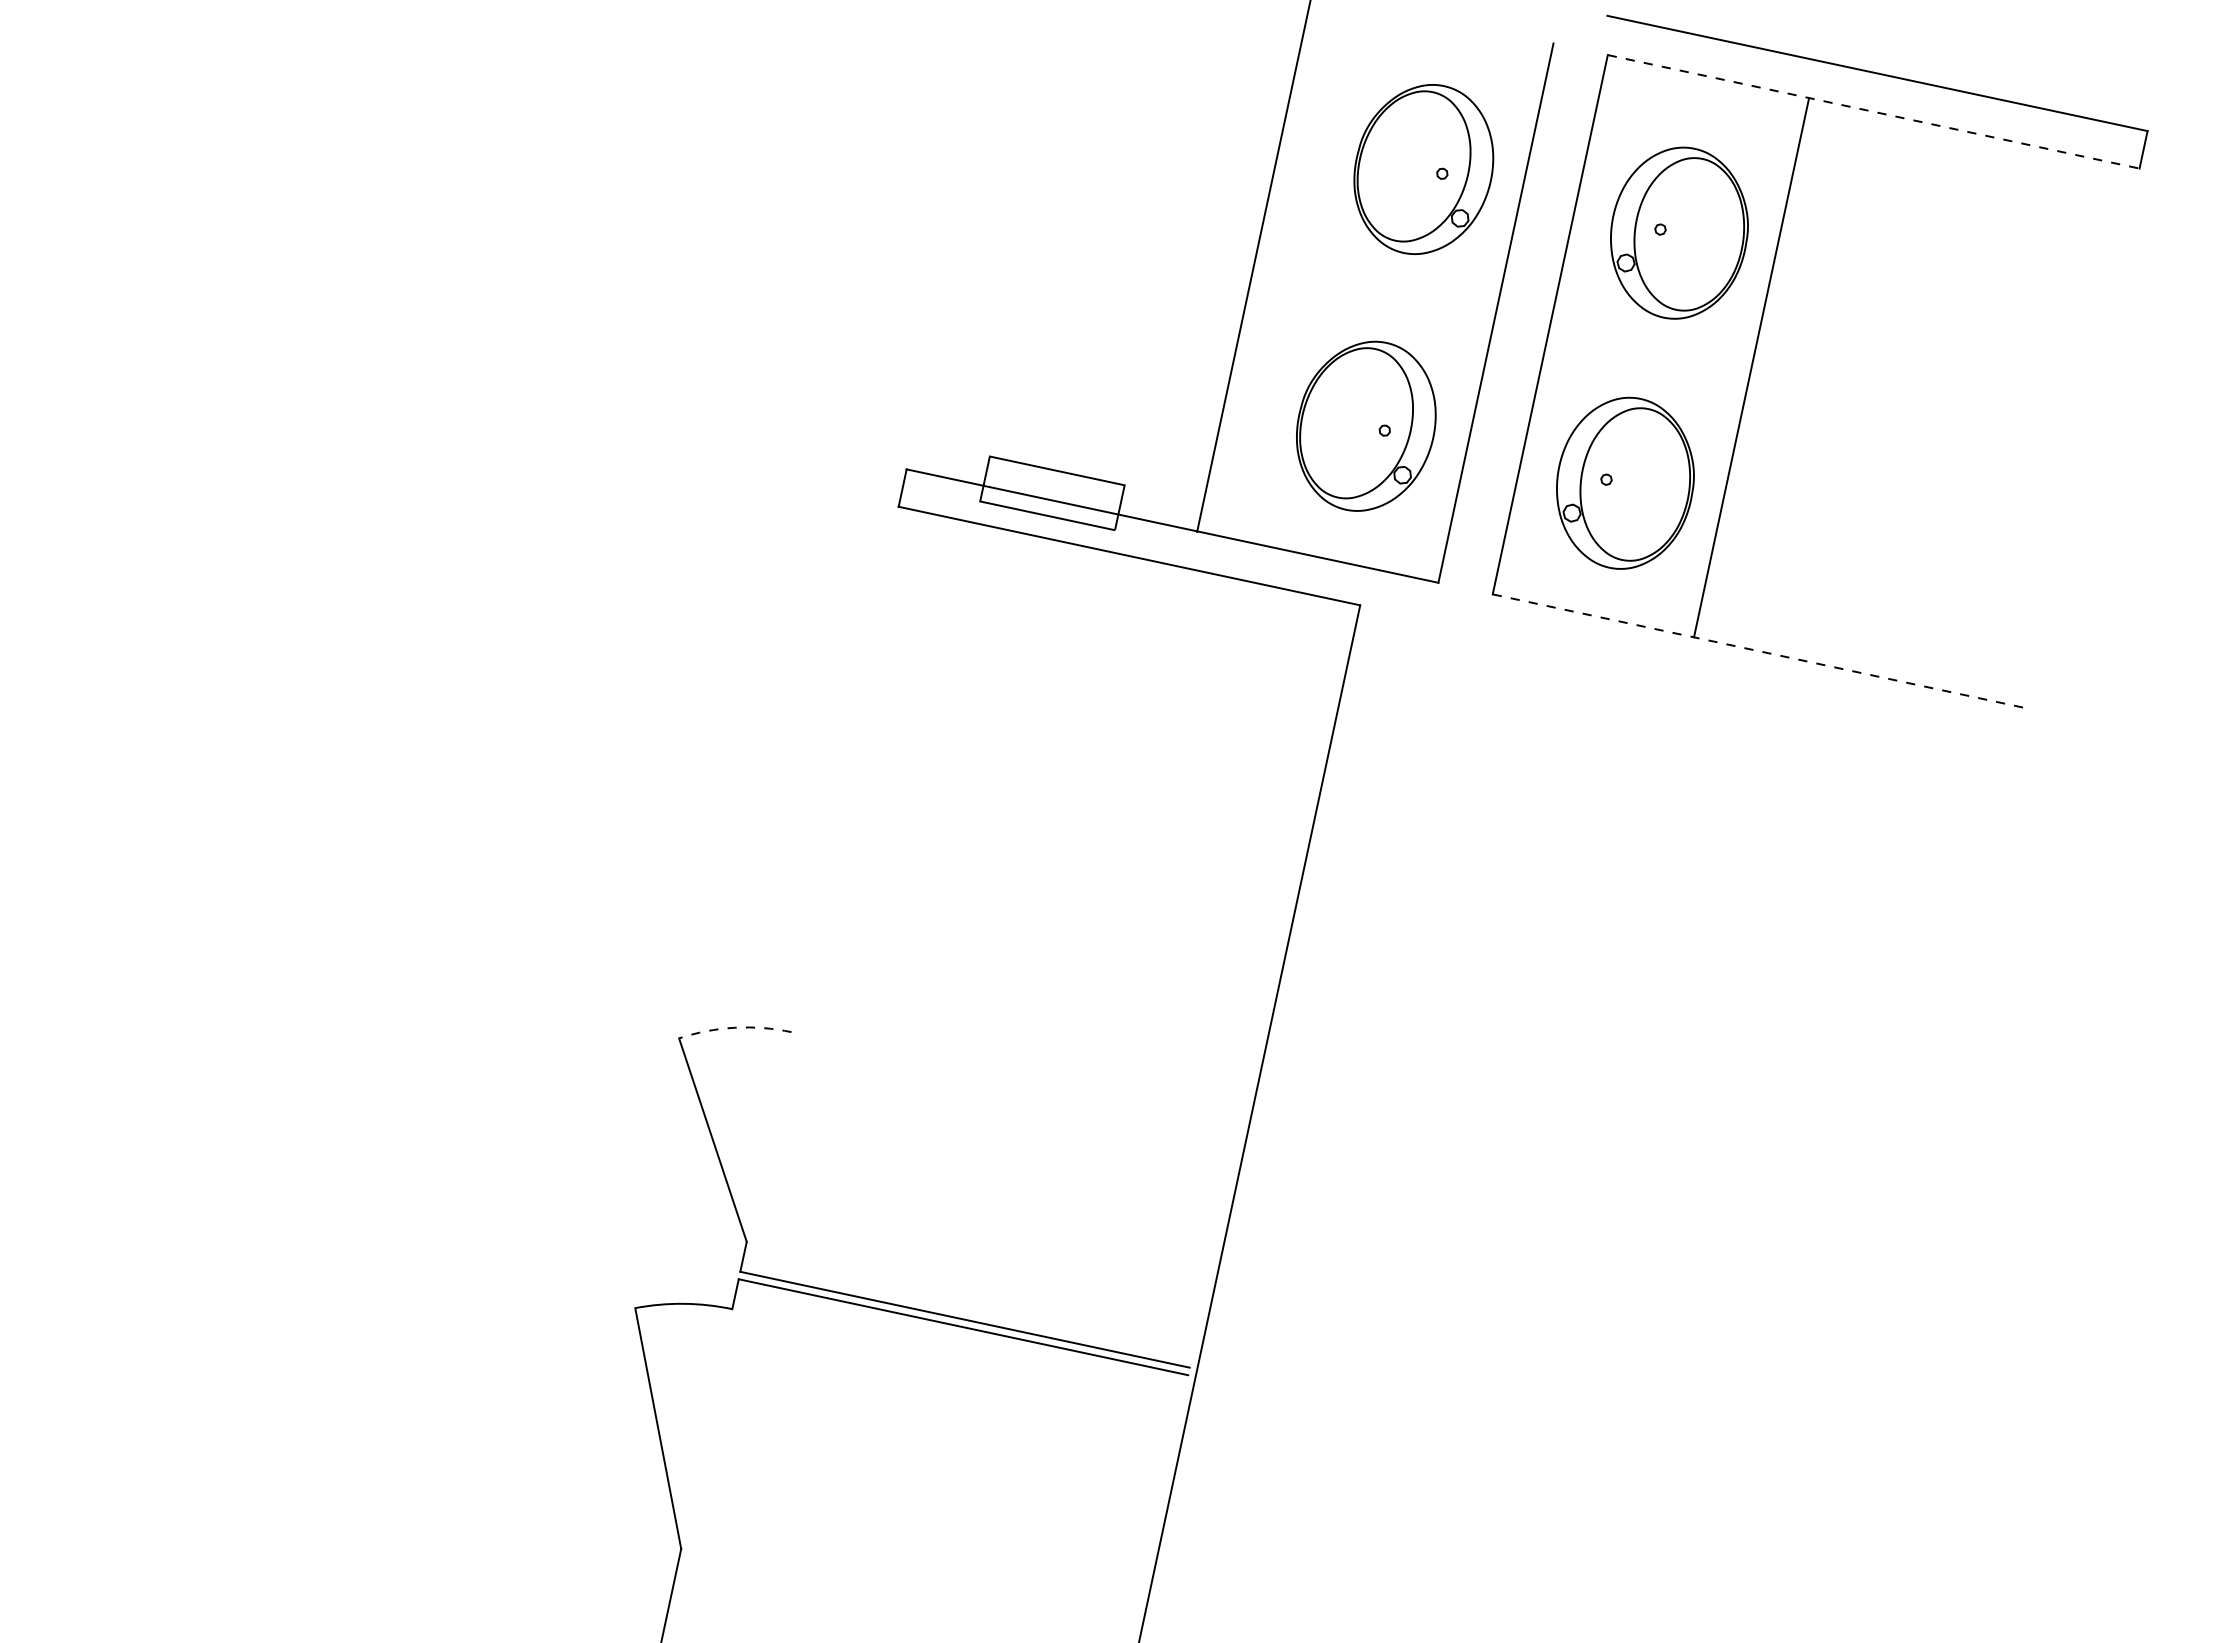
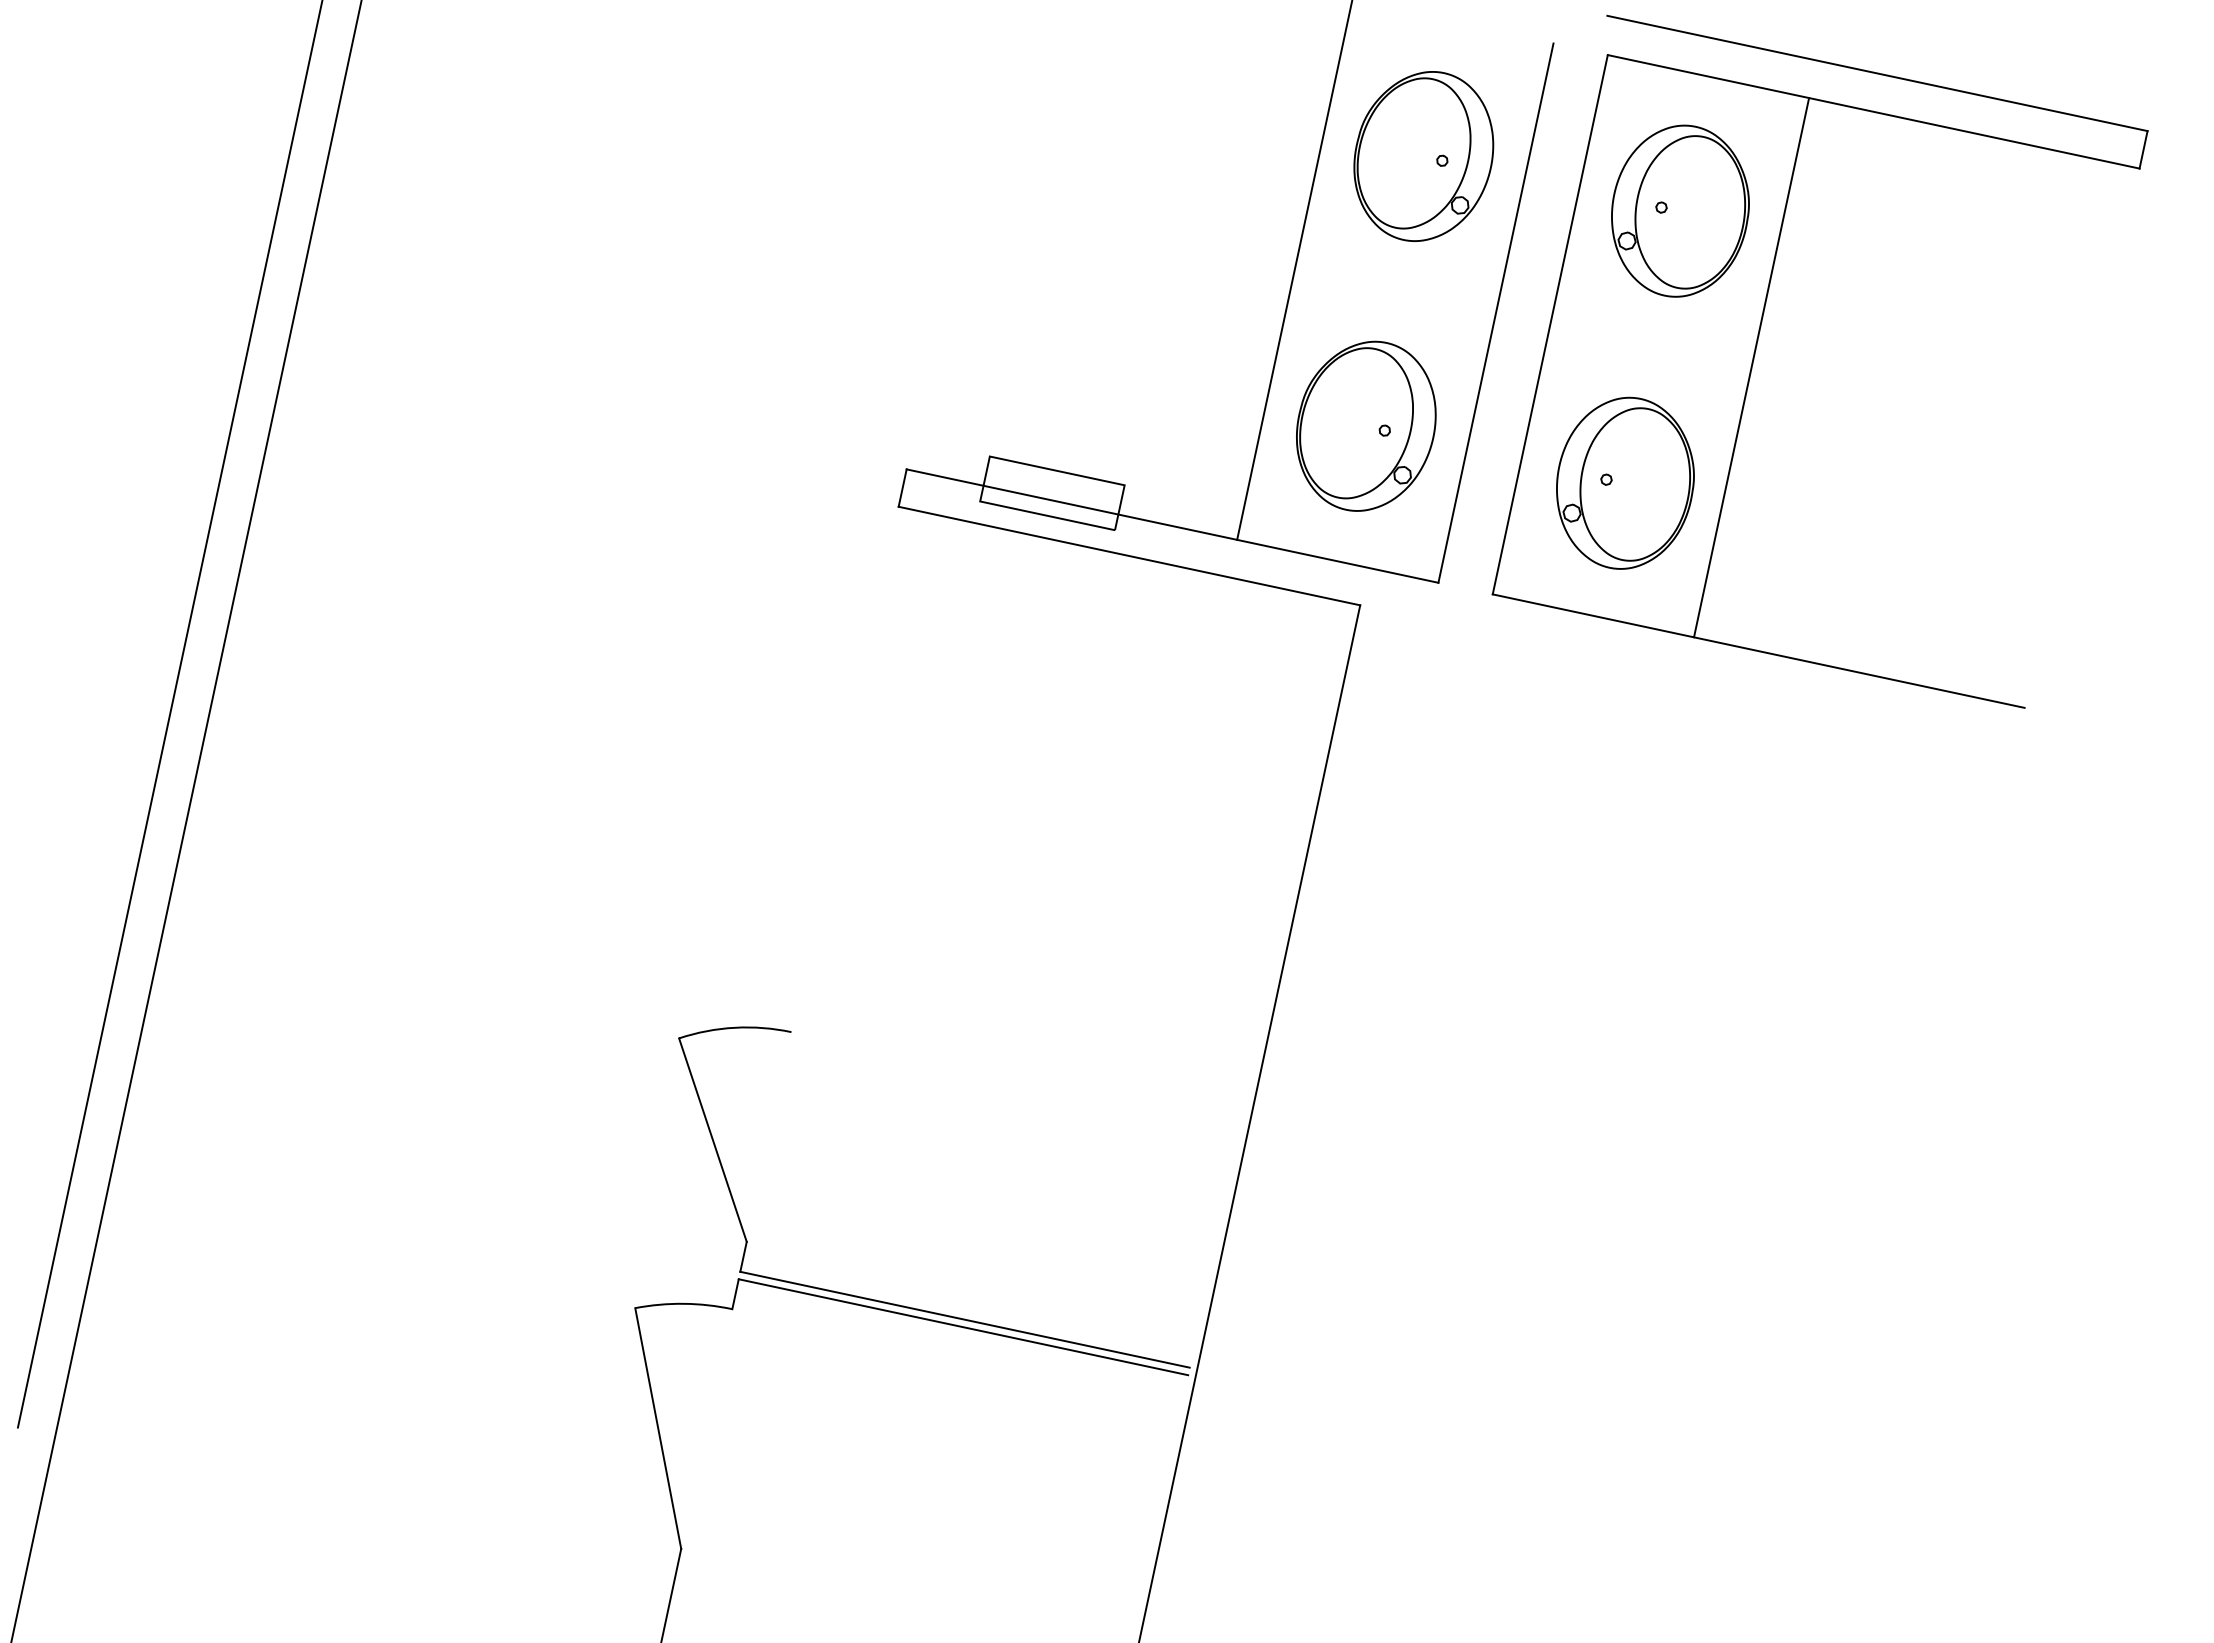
line at (1873, 111): dashed -> solid
part at (1423, 169) position: (1423, 169) -> (1423, 156)
part at (1679, 232) position: (1679, 232) -> (1680, 210)
line at (1253, 266) position: (1253, 266) -> (1294, 270)
line at (1758, 651): dashed -> solid
line at (169, 714): none -> present
line at (186, 820): none -> present
arc at (734, 1027): dashed -> solid
